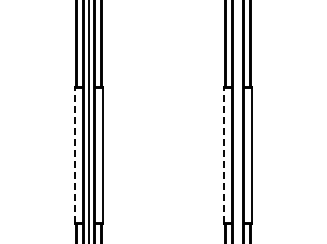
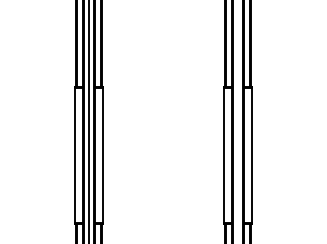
line at (74, 155): dashed -> solid
line at (223, 155): dashed -> solid
